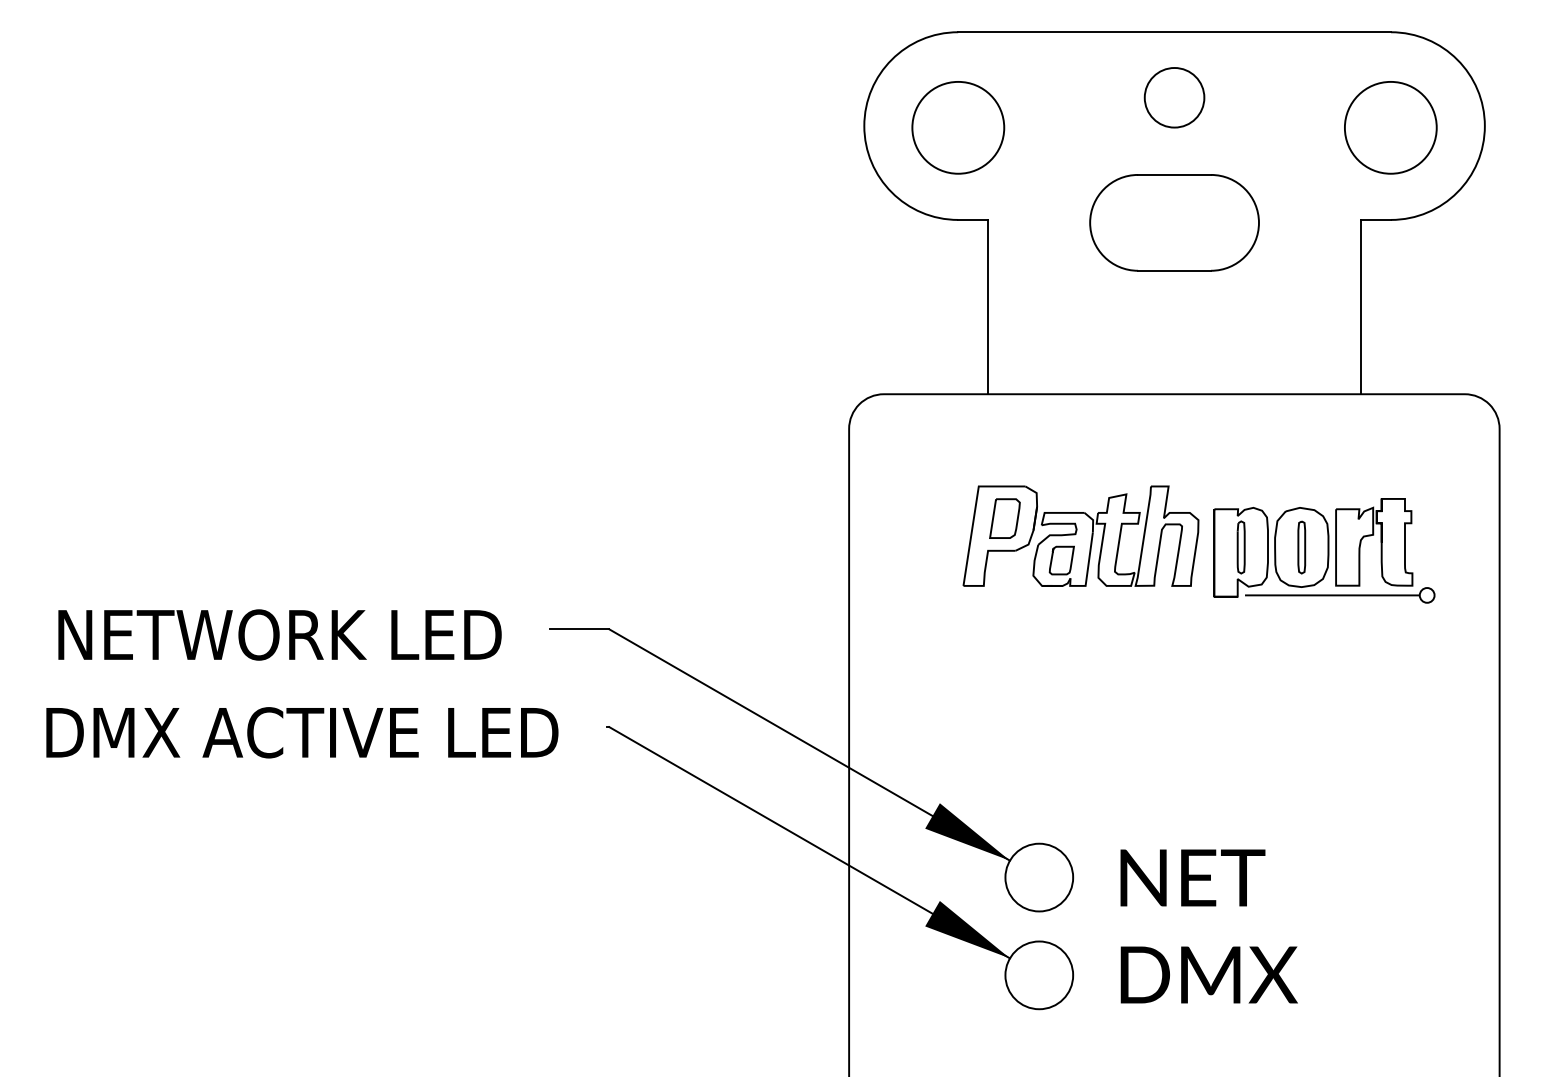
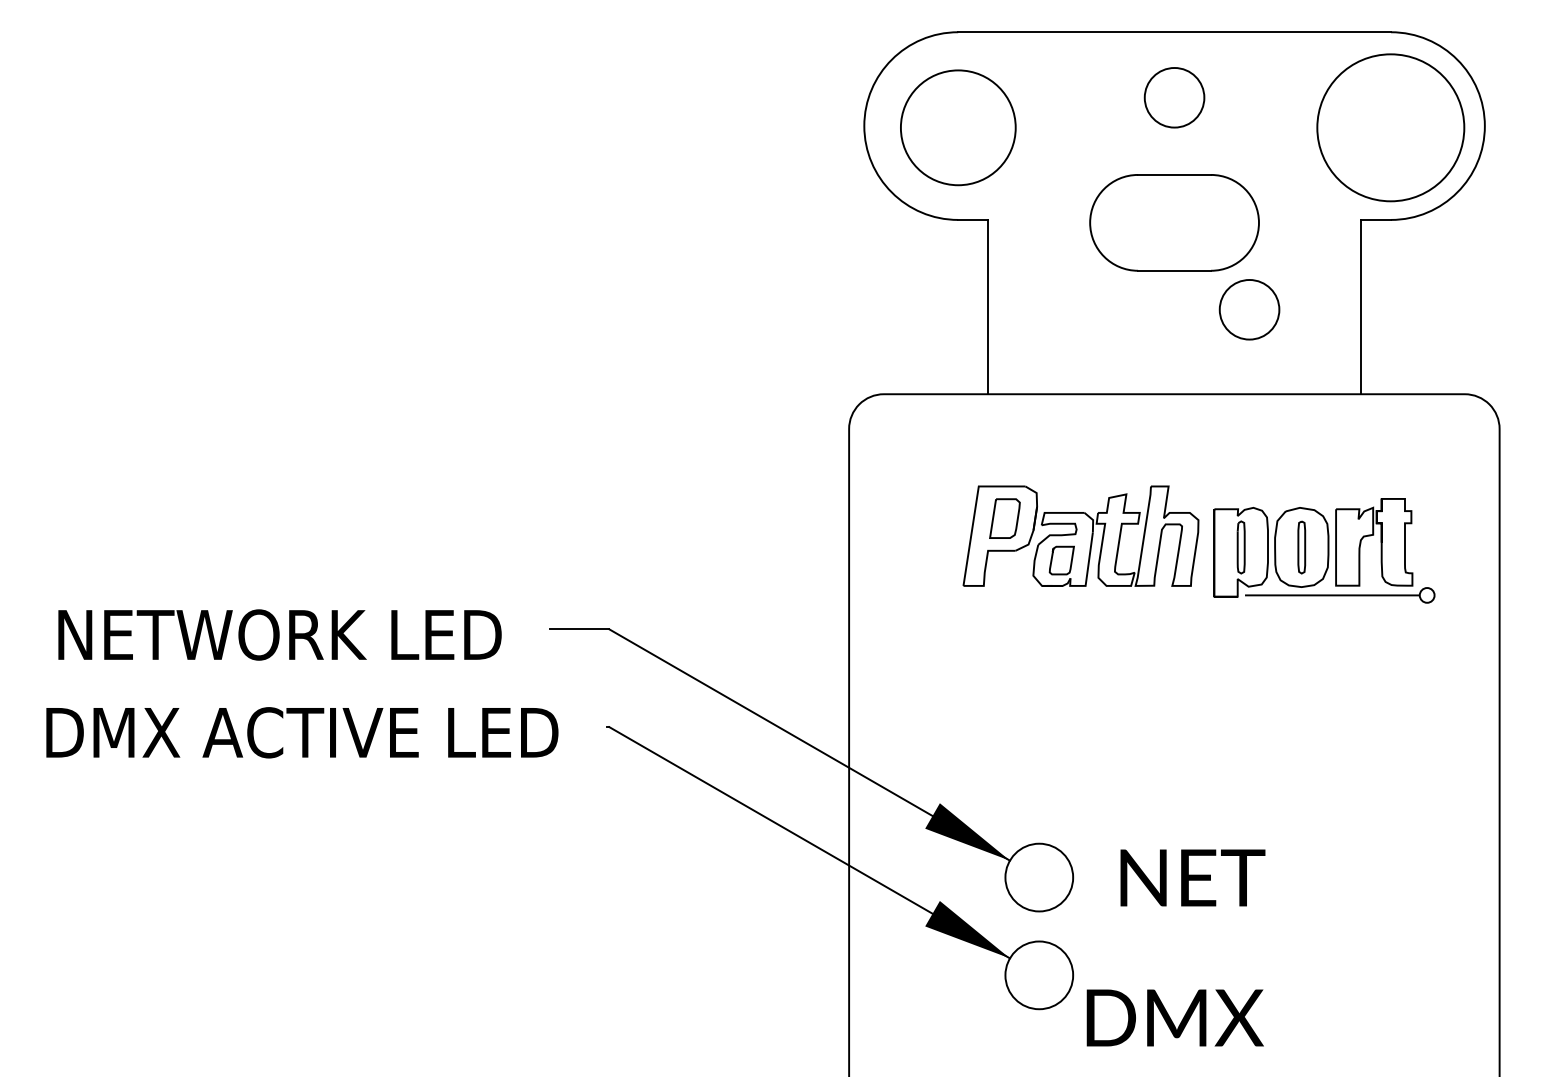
circle at (958, 127) diameter: 92 px -> 115 px
circle at (1390, 127) diameter: 92 px -> 147 px
circle at (1249, 309): none -> present
text at (1208, 974) position: (1208, 974) -> (1174, 1017)
